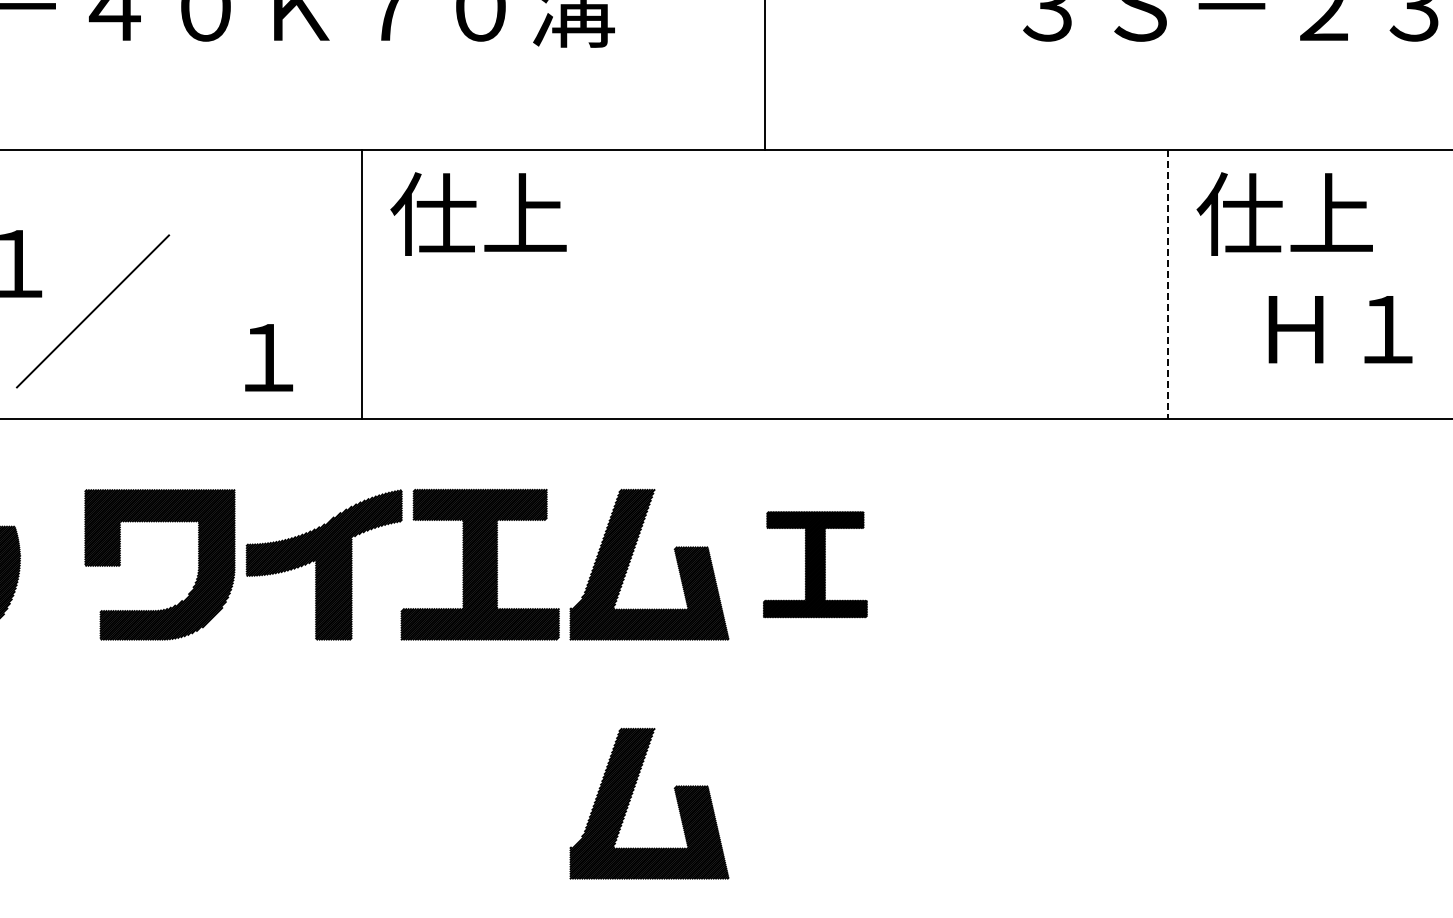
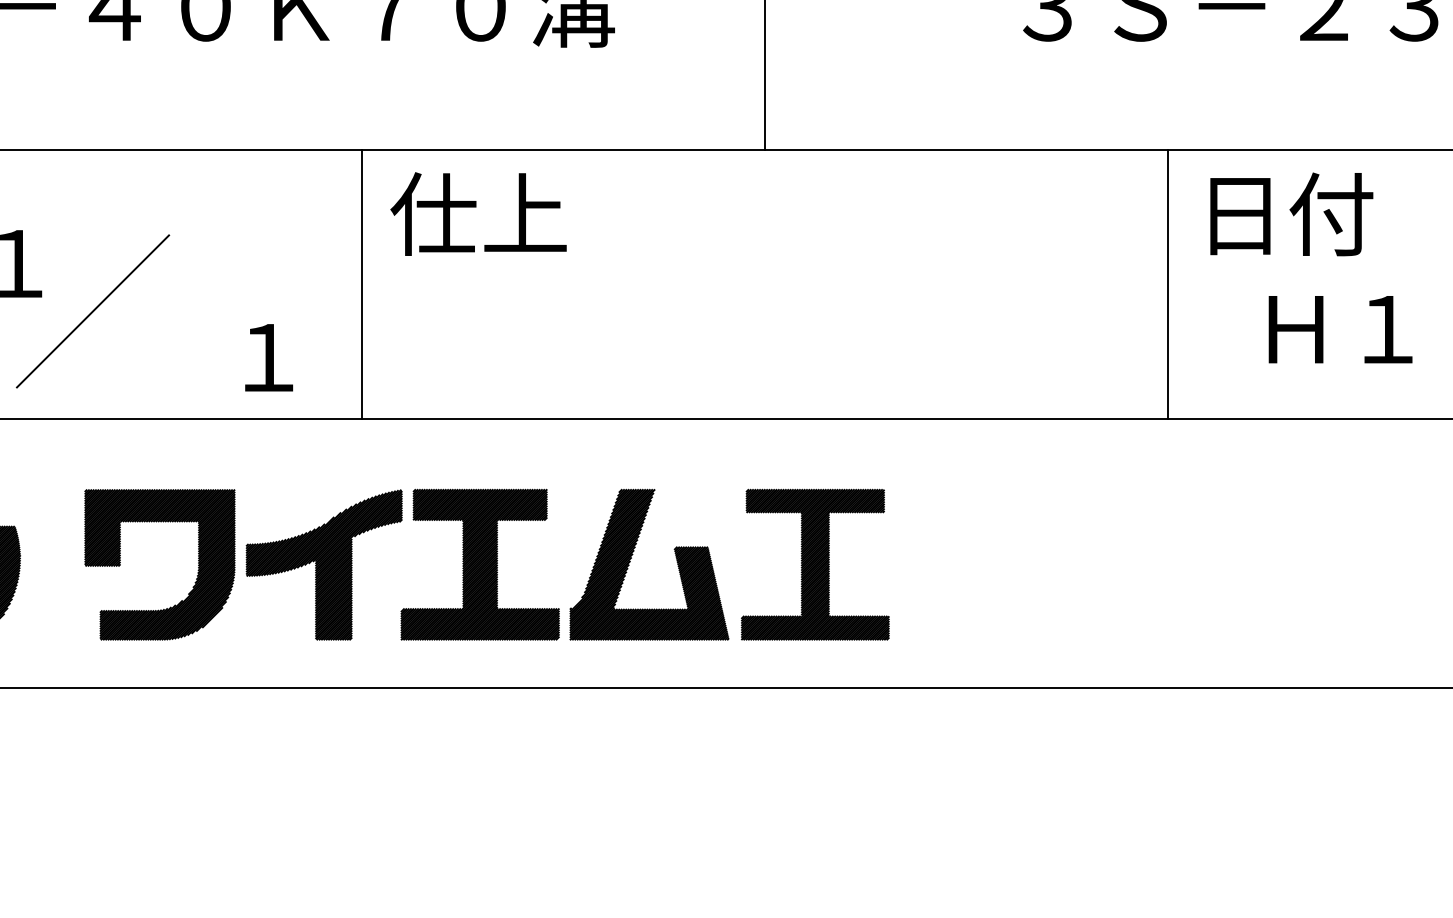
text at (1284, 214): 仕上 -> 日付
line at (1167, 285): dashed -> solid
part at (815, 564) size: 105x108 px -> 149x153 px
line at (725, 687): none -> present
part at (633, 793): present -> none
